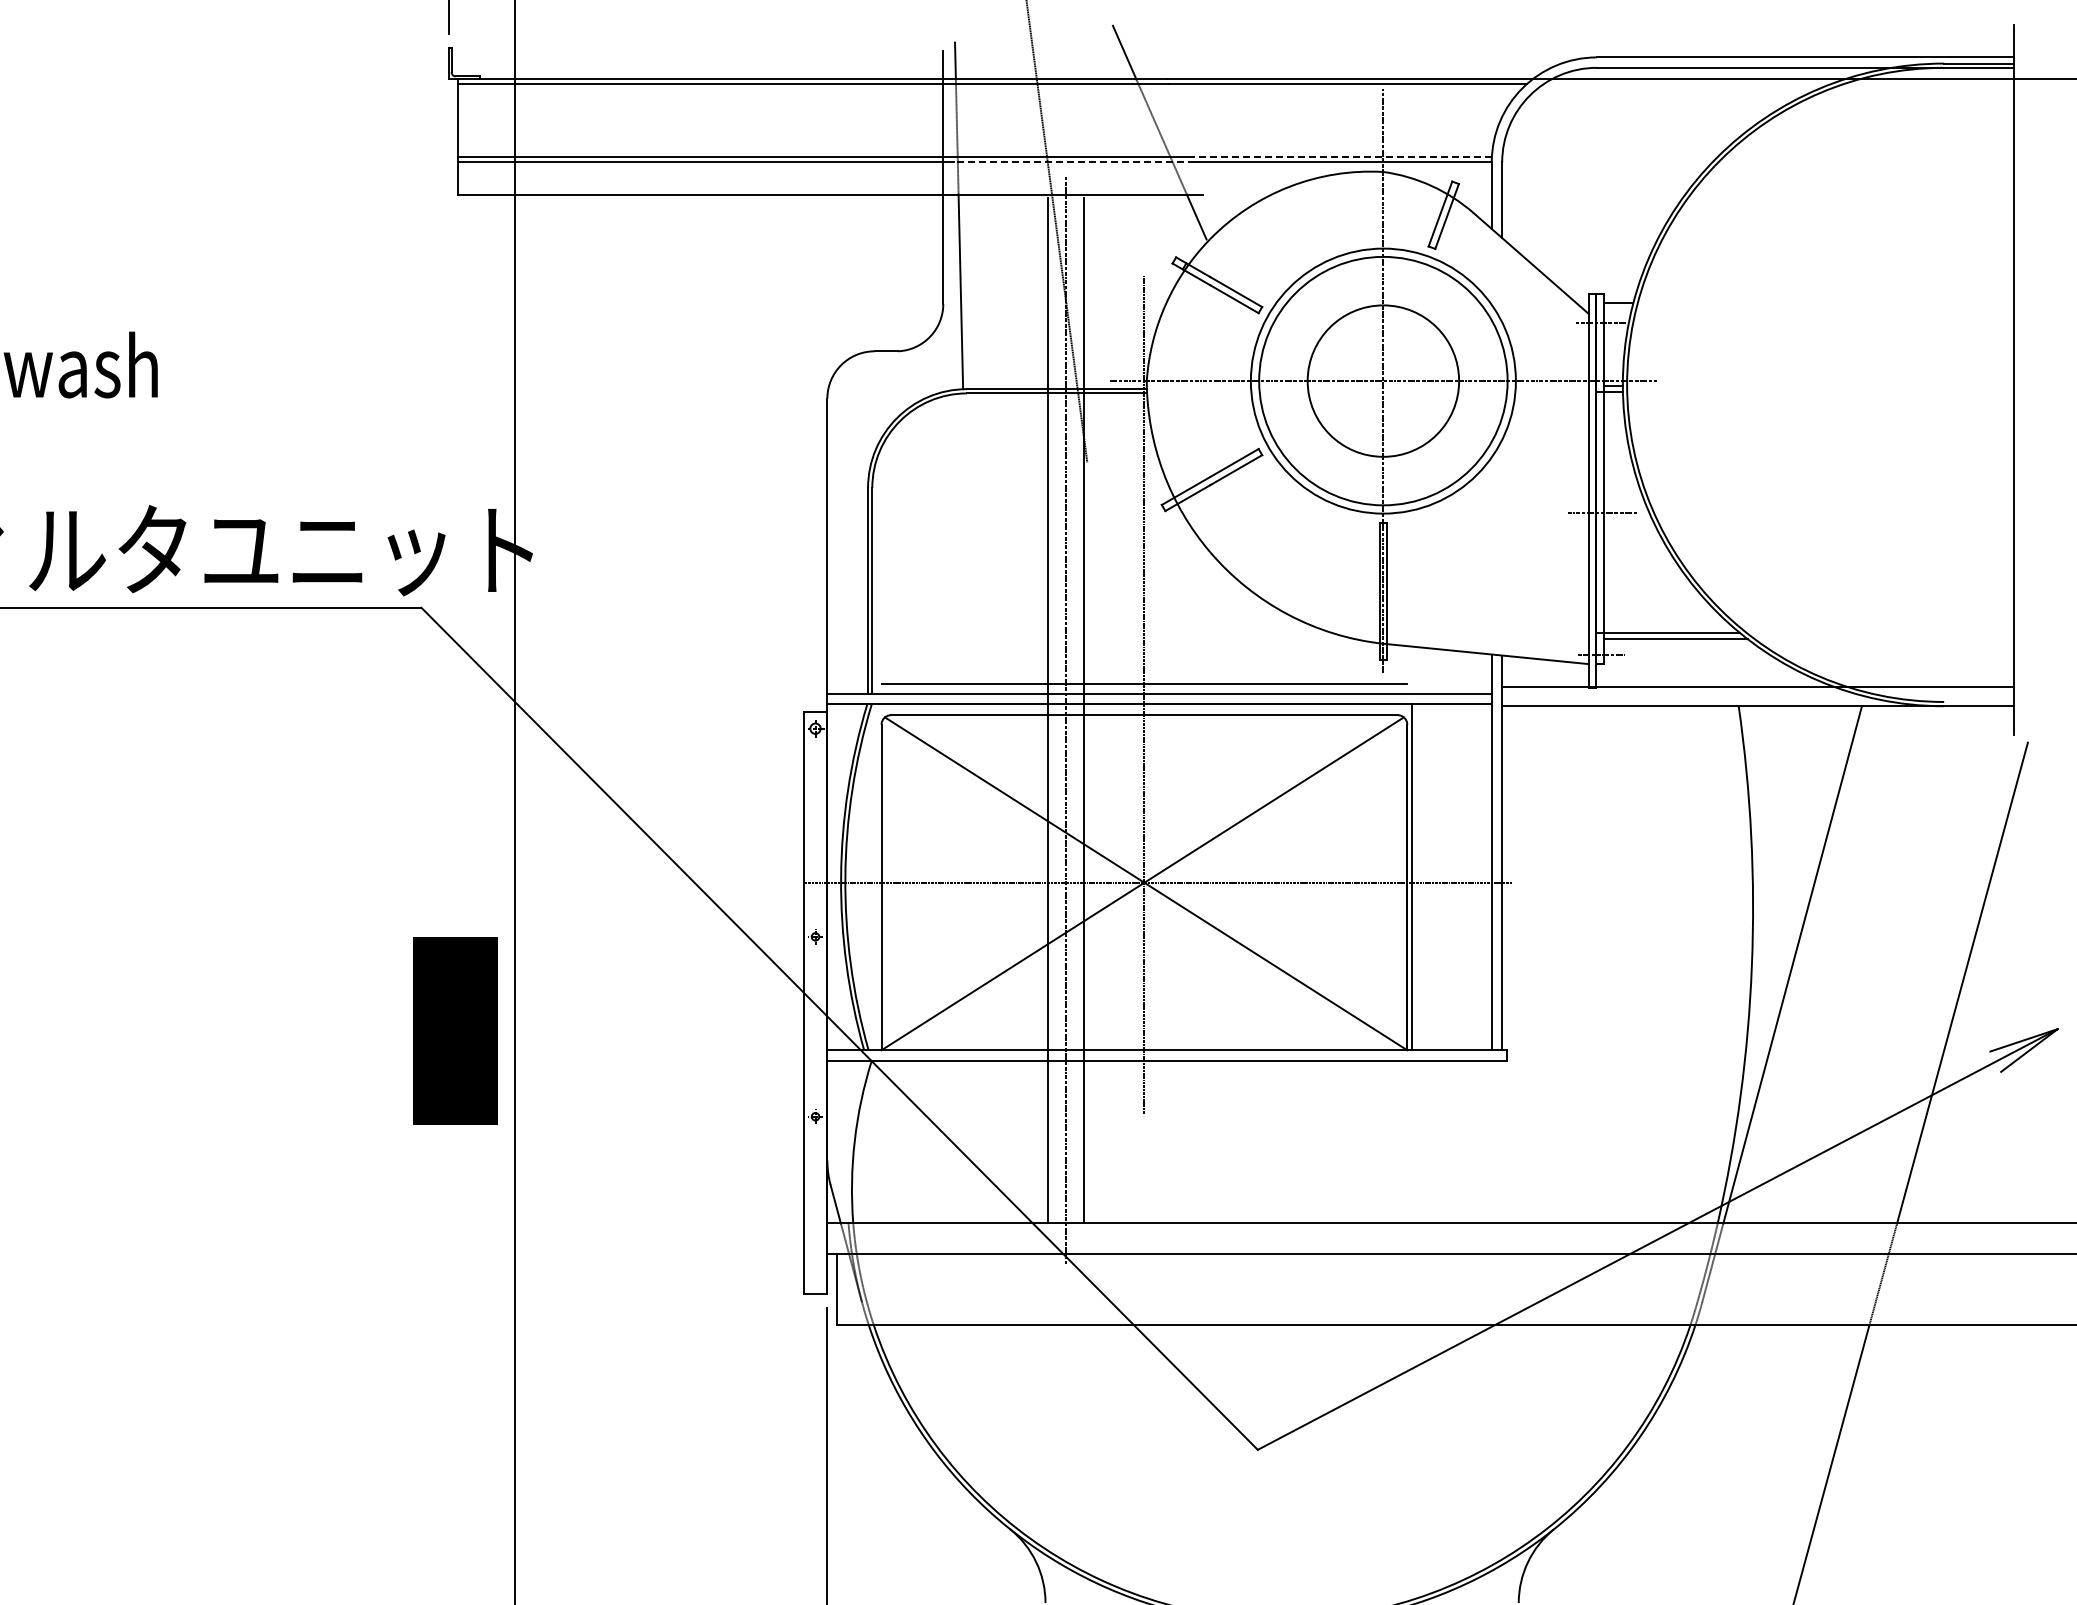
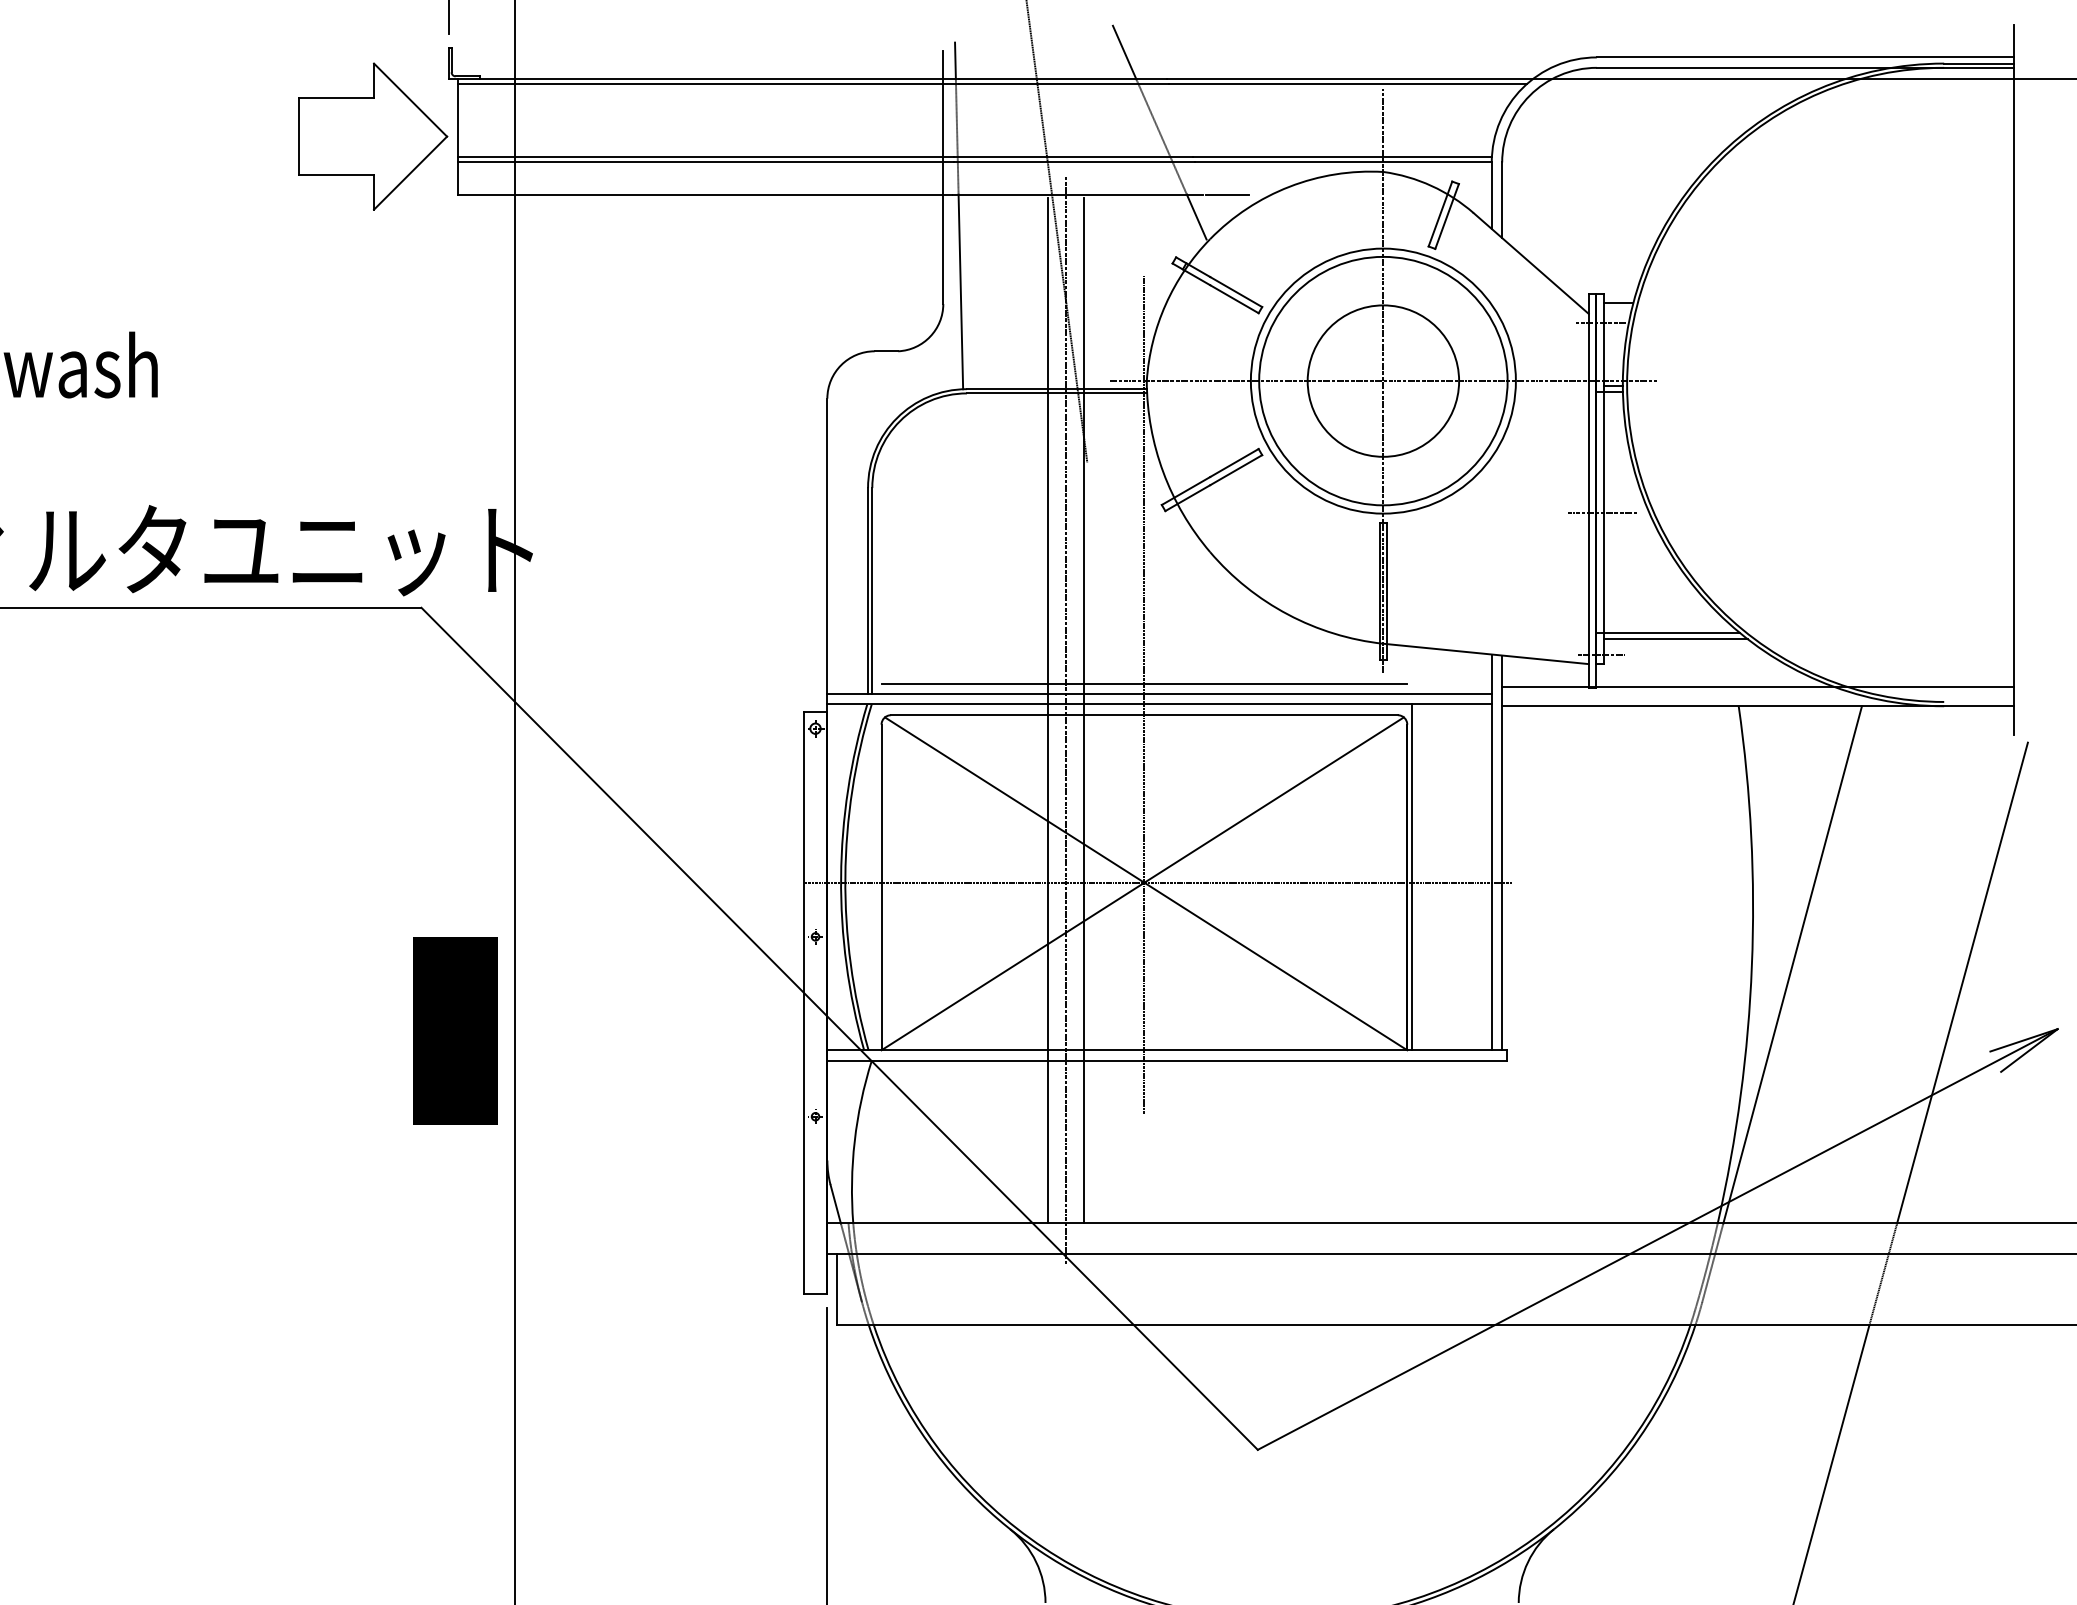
part at (373, 136): none -> present
line at (1341, 156): dashed -> solid
line at (1073, 162): dashed -> solid
line at (1226, 194): none -> present
